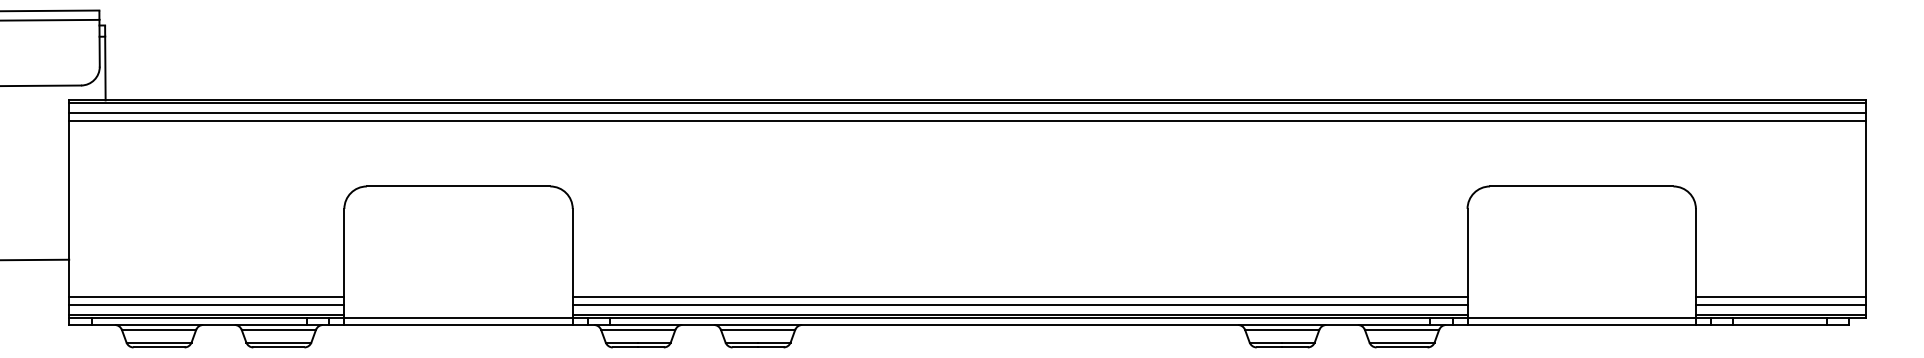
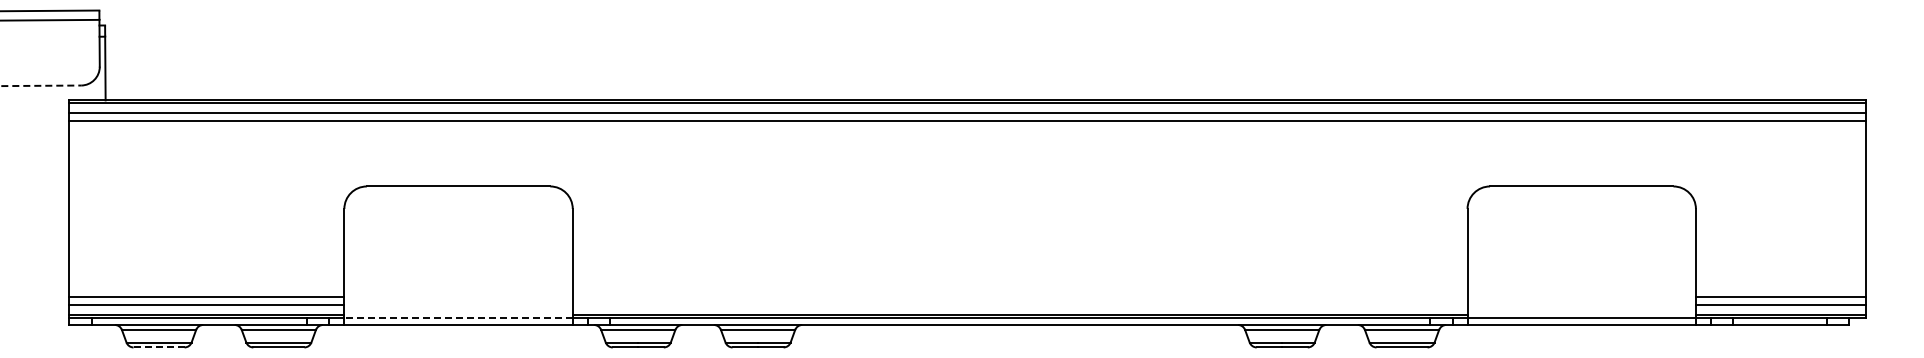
line at (41, 85): solid -> dashed
line at (35, 259): present -> none
line at (1019, 297): present -> none
line at (1019, 305): present -> none
line at (458, 317): solid -> dashed
line at (159, 347): solid -> dashed
